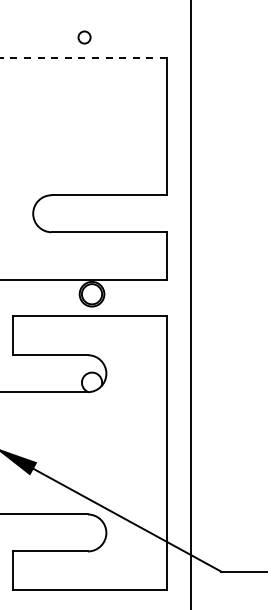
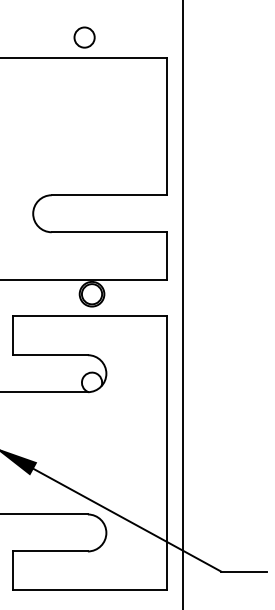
circle at (84, 37) size: 15x15 px -> 23x23 px
line at (83, 58): dashed -> solid
line at (191, 304) position: (191, 304) -> (183, 304)
